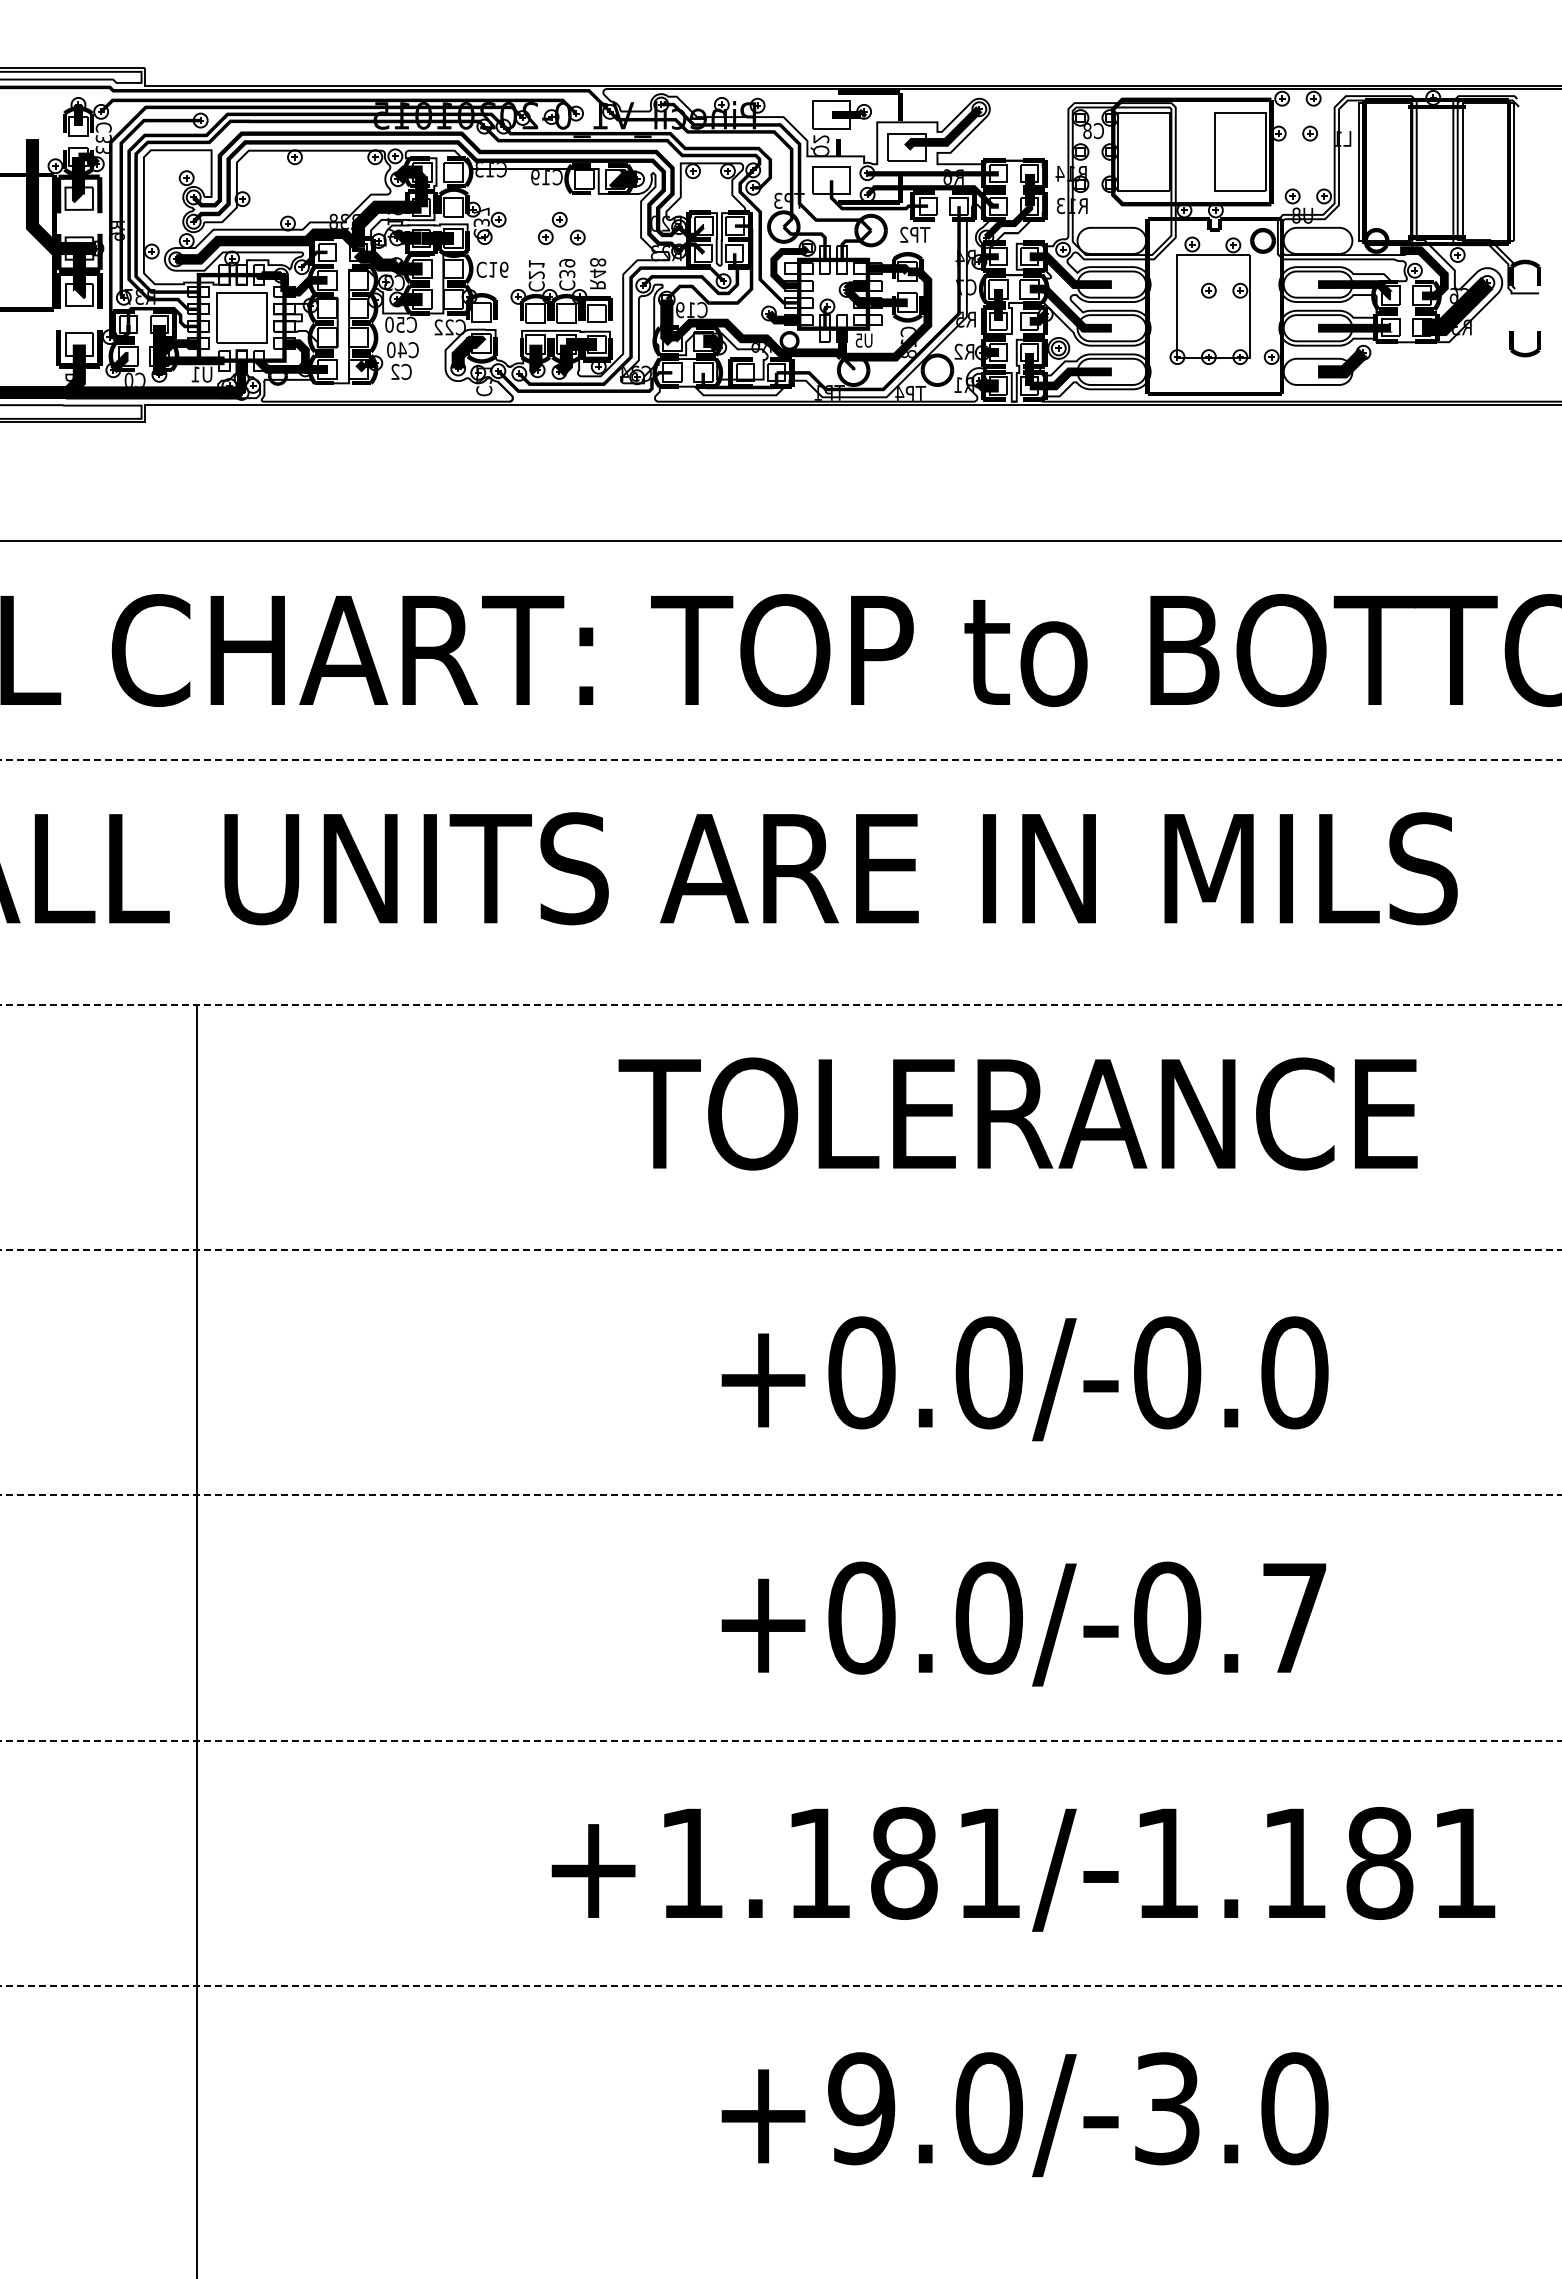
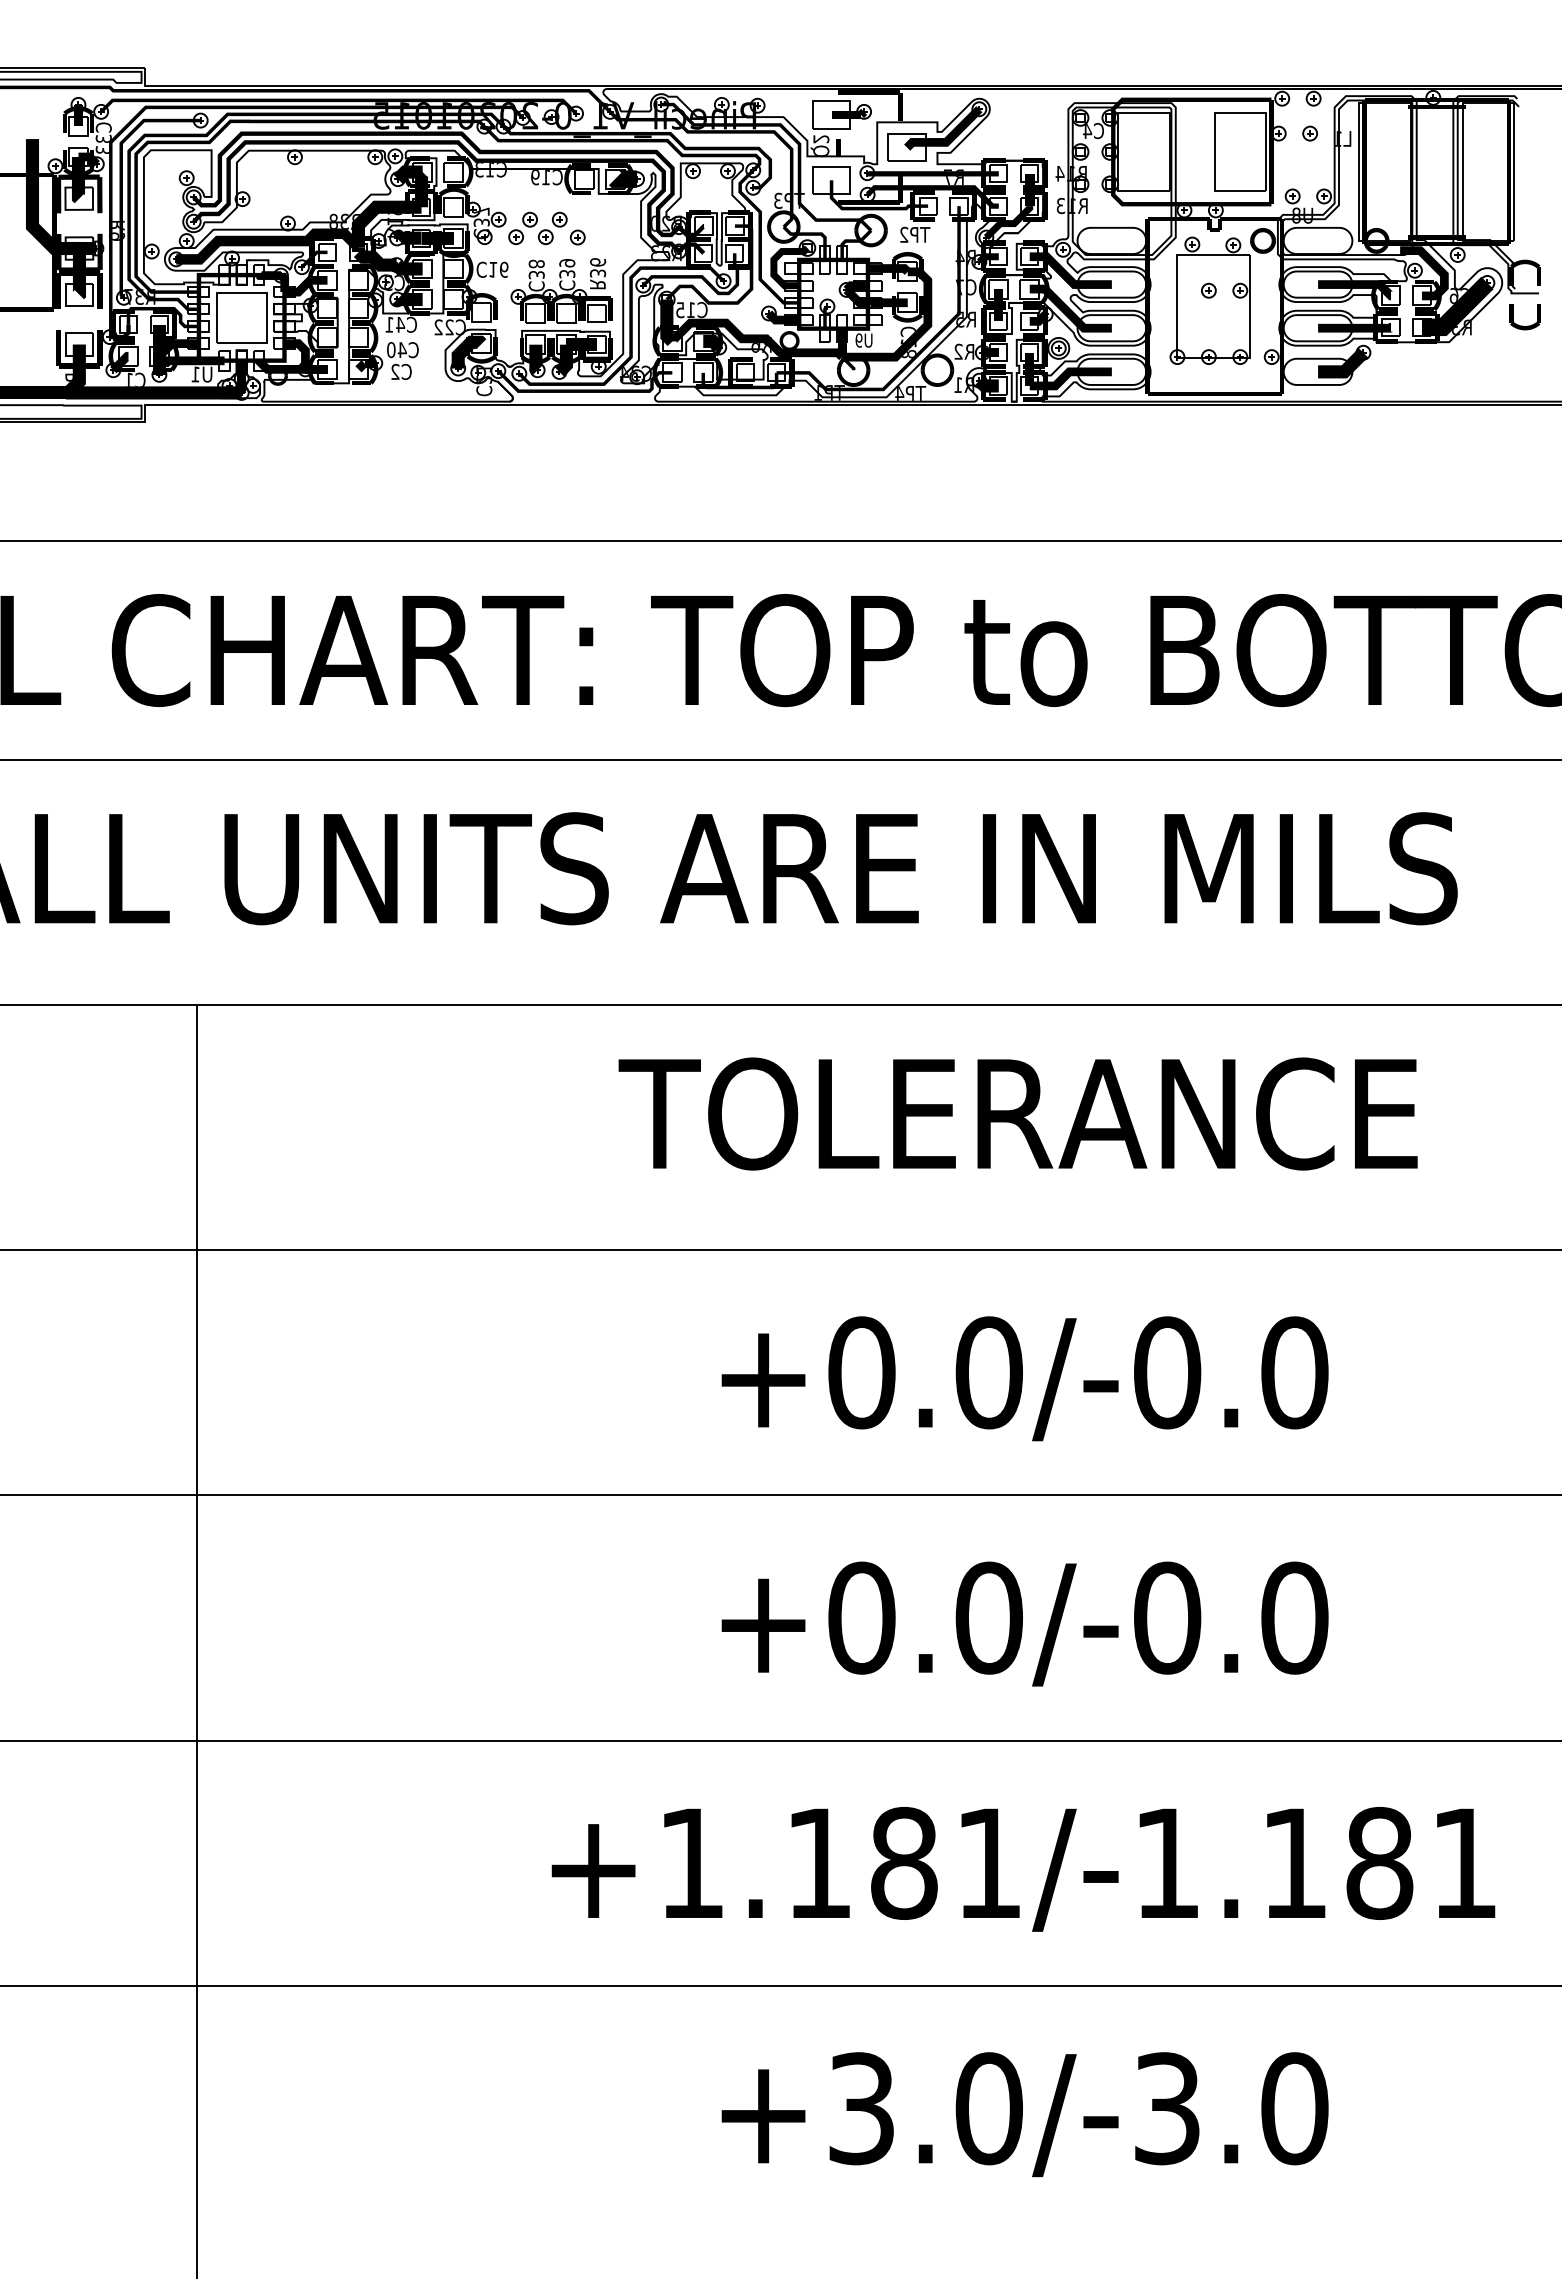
text at (1087, 131): C8 -> C4
text at (947, 176): R6 -> R7
part at (522, 227): none -> present
text at (116, 236): R6 -> R9
text at (597, 267): R48 -> R36
text at (536, 269): C21 -> C38
text at (680, 309): C19 -> C15
text at (395, 324): C50 -> C41
text at (858, 340): U5 -> U9
part at (1523, 352) position: (1523, 352) -> (1523, 325)
text at (128, 379): C0 -> C1
line at (781, 759): dashed -> solid
line at (781, 1004): dashed -> solid
line at (781, 1250): dashed -> solid
line at (781, 1495): dashed -> solid
text at (1294, 1617): +0.0/-0.7 -> +0.0/-0.0
line at (781, 1740): dashed -> solid
line at (781, 1986): dashed -> solid
text at (861, 2108): +9.0/-3.0 -> +3.0/-3.0
